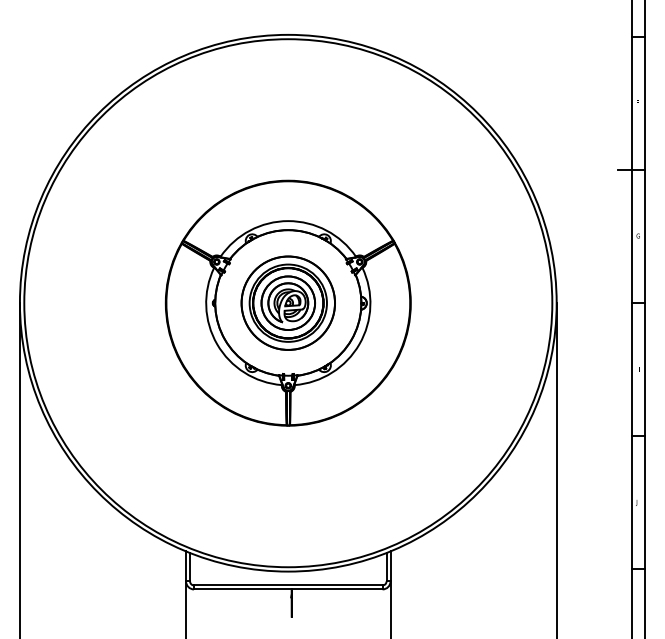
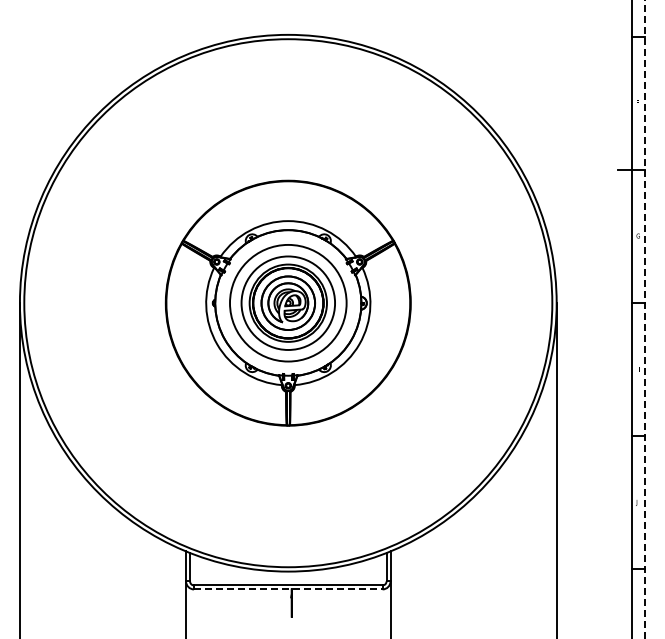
circle at (287, 302) diameter: 93 px -> 117 px
line at (645, 319): solid -> dashed
line at (288, 589): solid -> dashed
